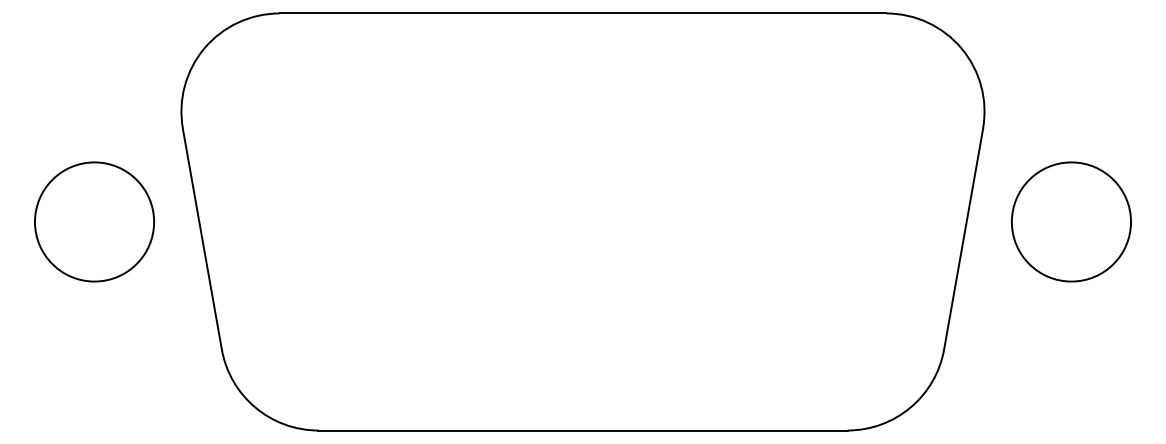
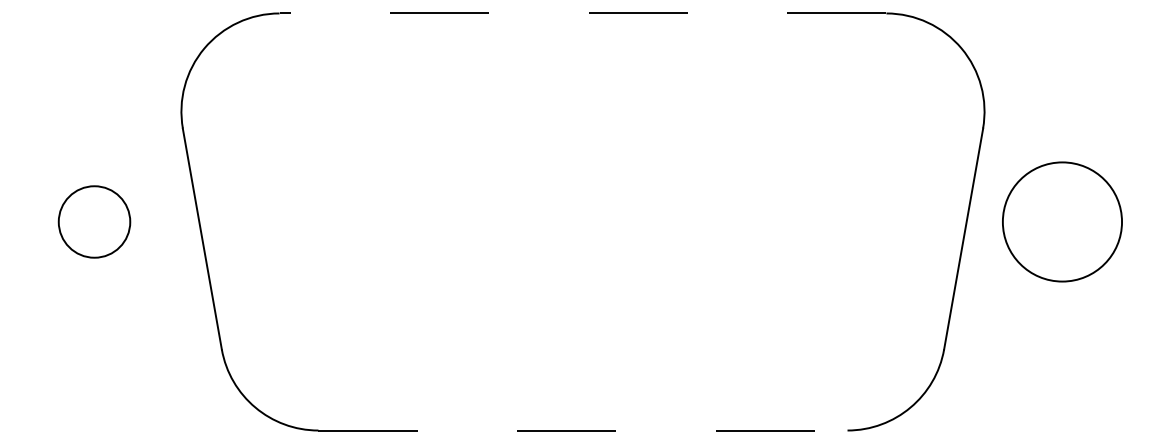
line at (582, 13): solid -> dashed
circle at (94, 221) size: 121x122 px -> 75x74 px
circle at (1071, 221) position: (1071, 221) -> (1062, 221)
line at (583, 430): solid -> dashed
